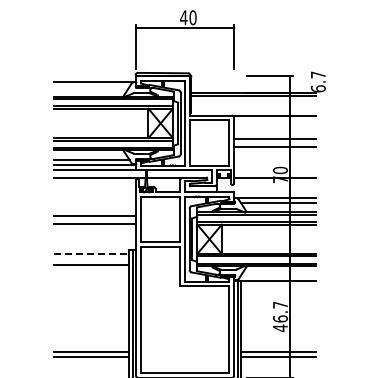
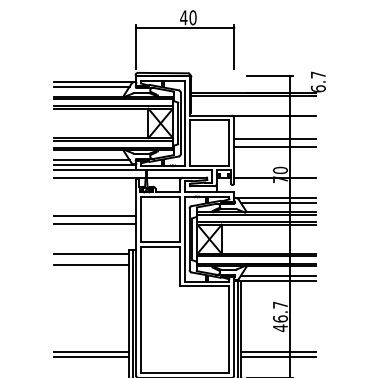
line at (91, 86): none -> present
line at (92, 254): dashed -> solid
line at (277, 275): none -> present
